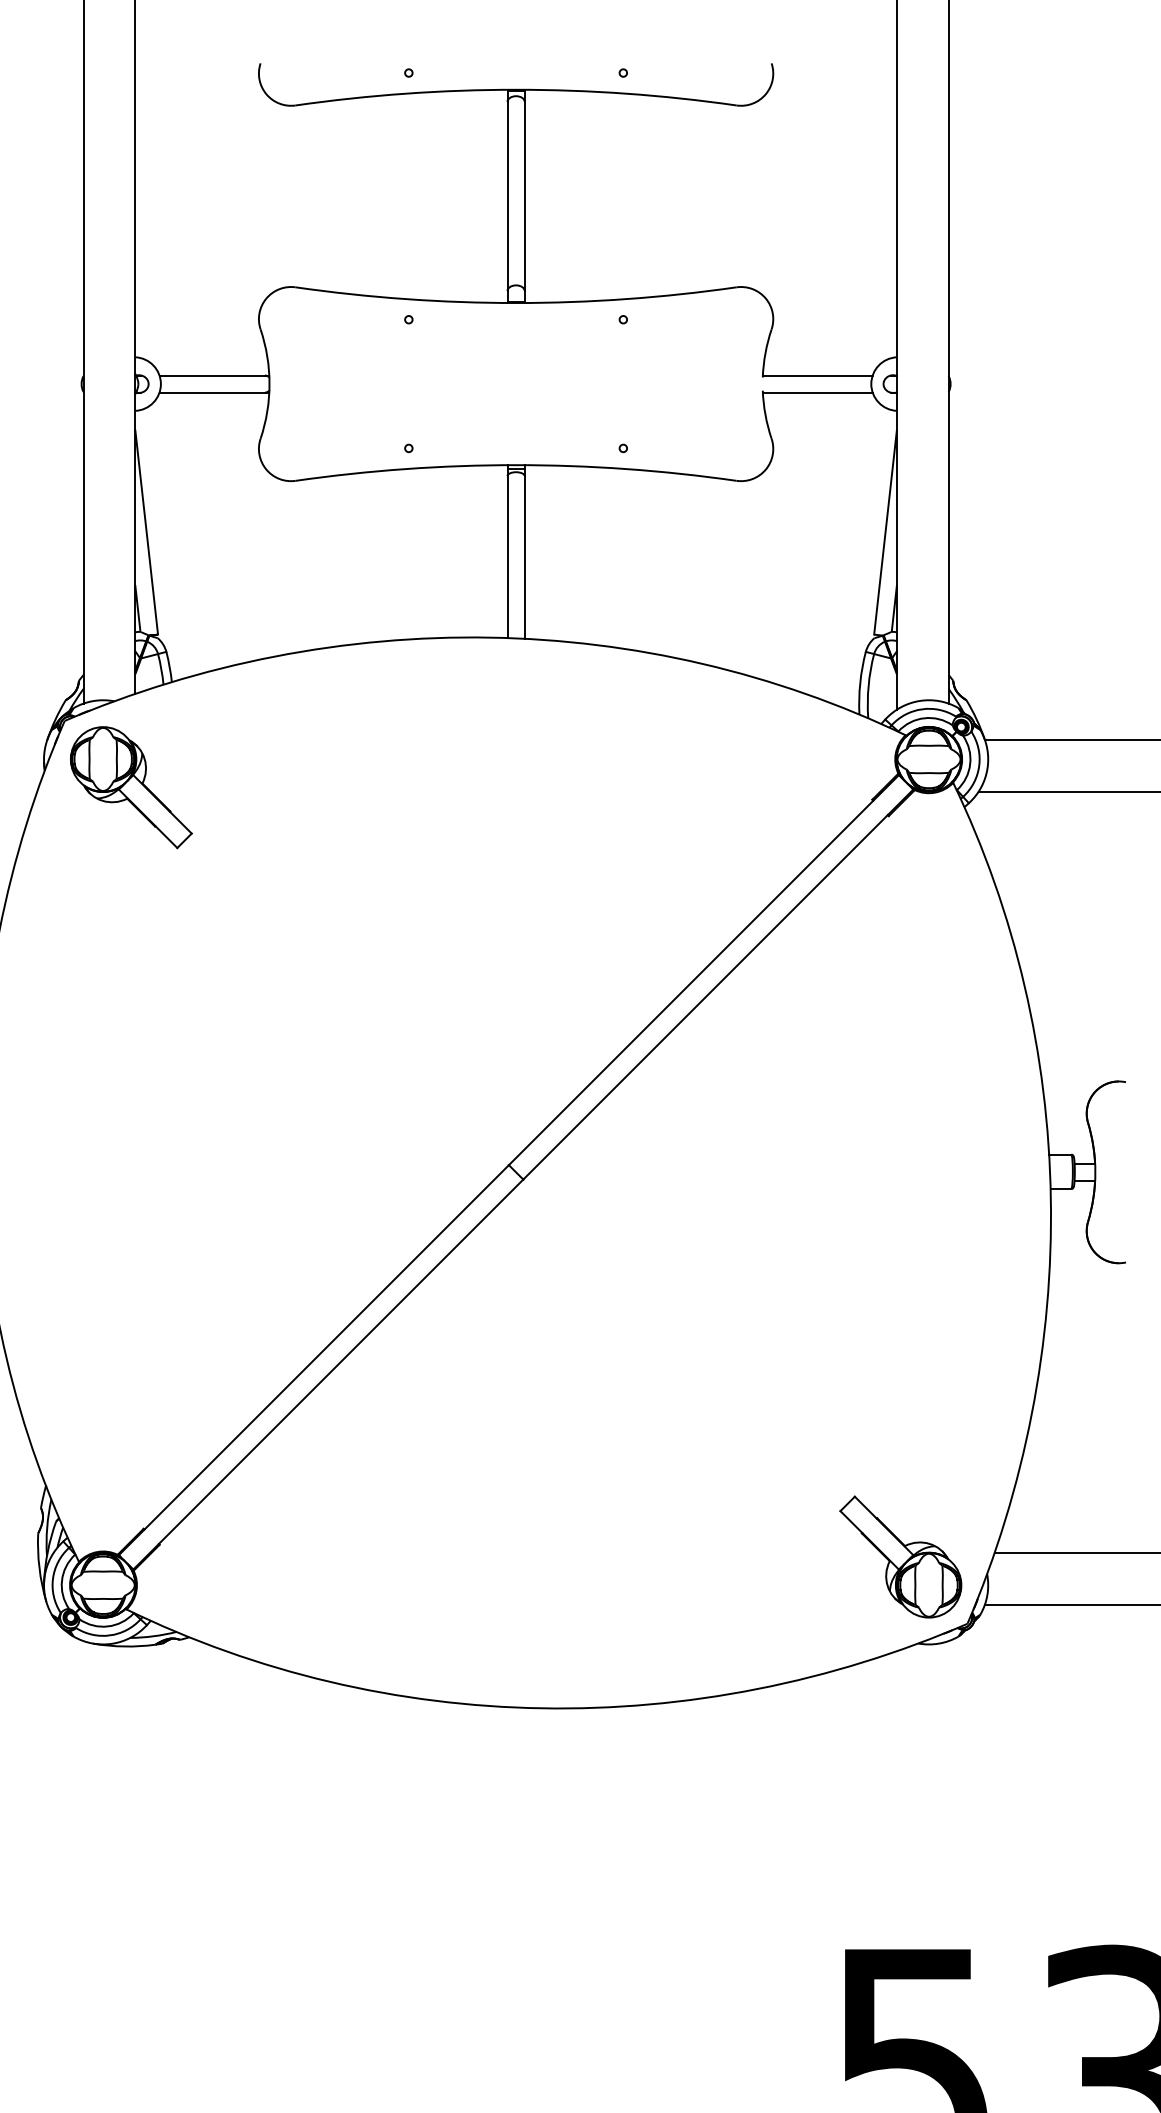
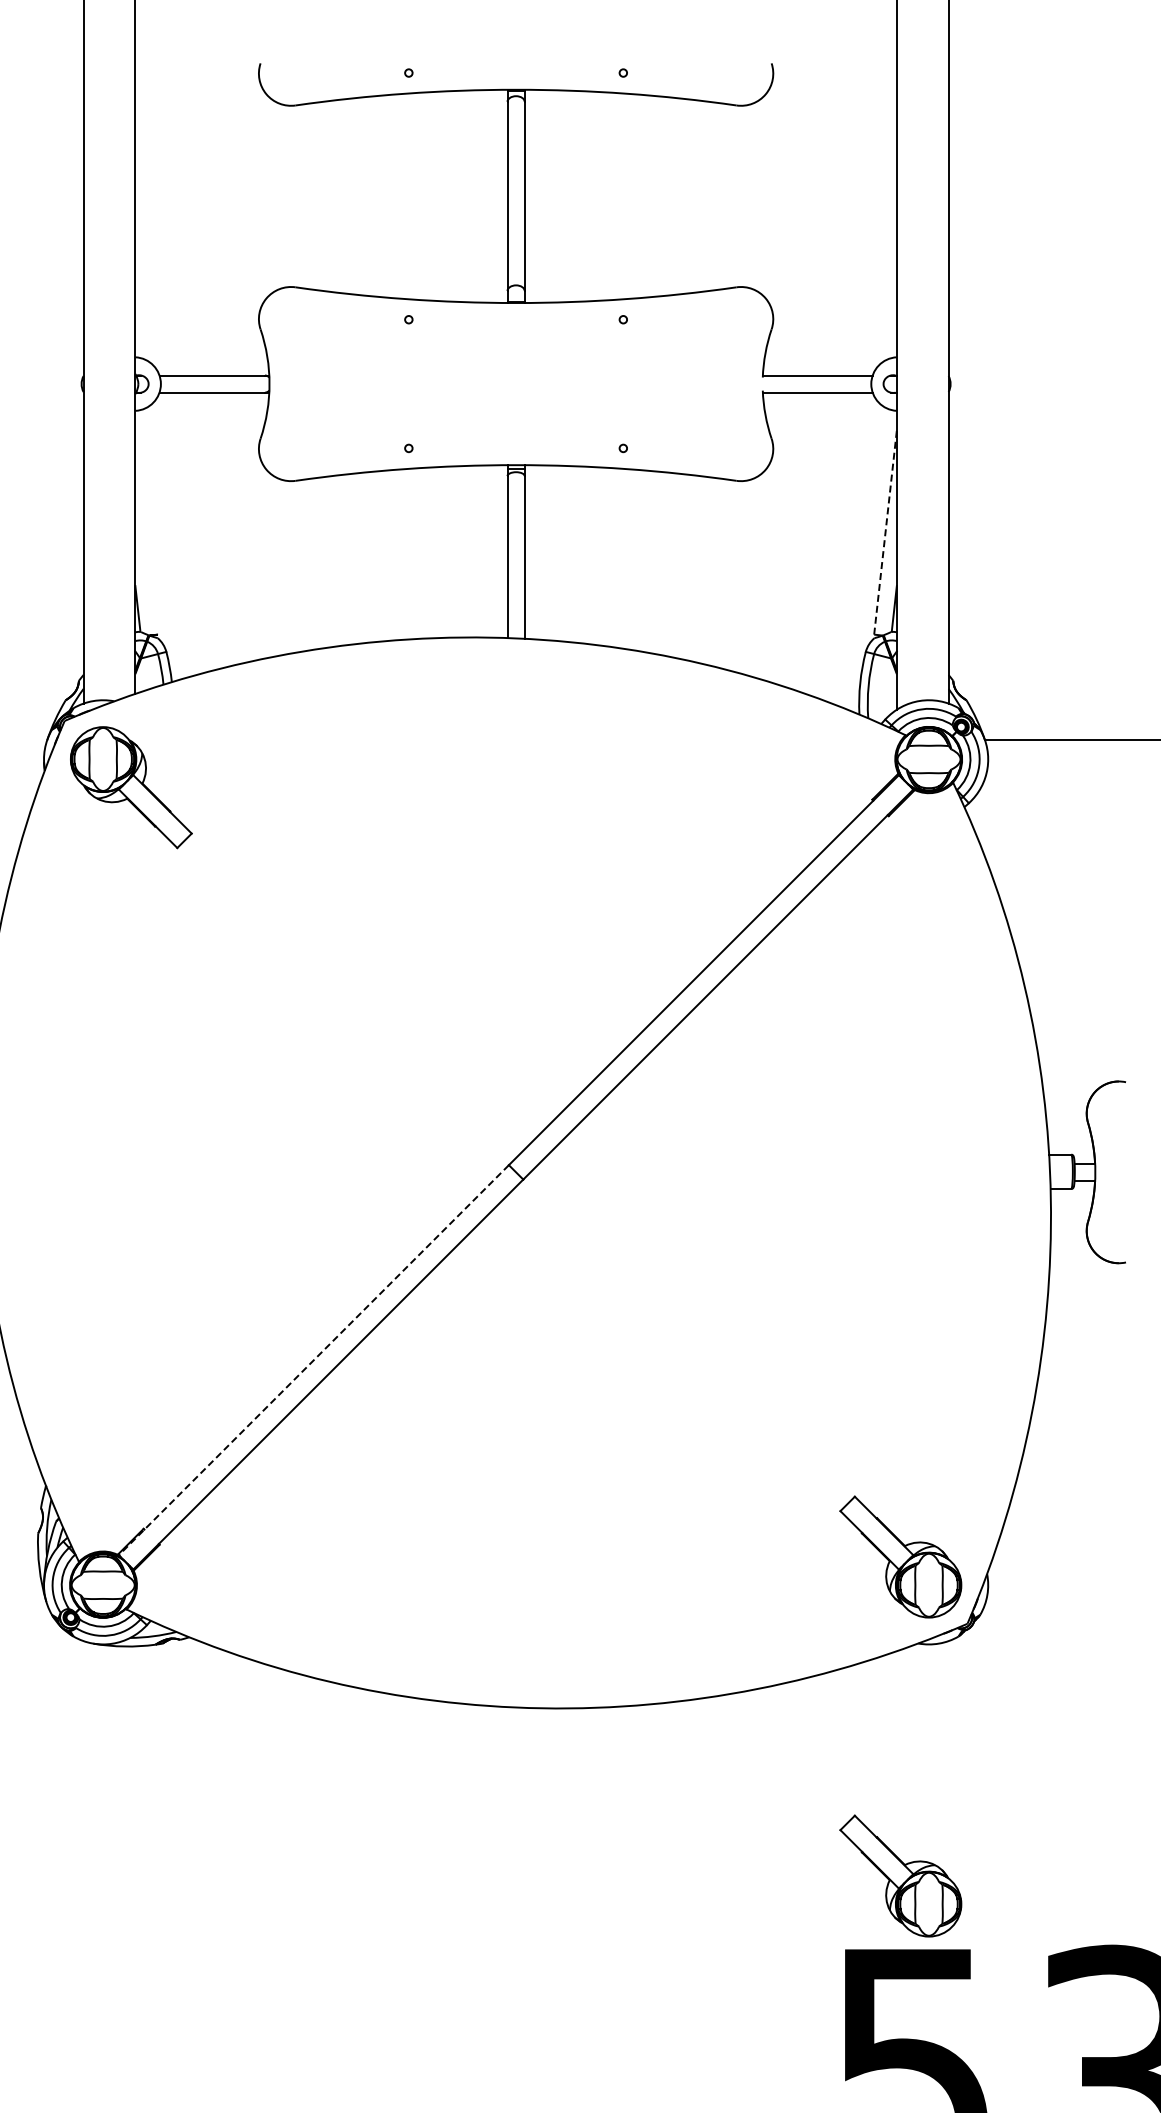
line at (146, 532): present -> none
line at (885, 532): solid -> dashed
line at (1067, 791): present -> none
line at (313, 1360): solid -> dashed
line at (1075, 1553): present -> none
line at (1070, 1604): present -> none
part at (900, 1875): none -> present
